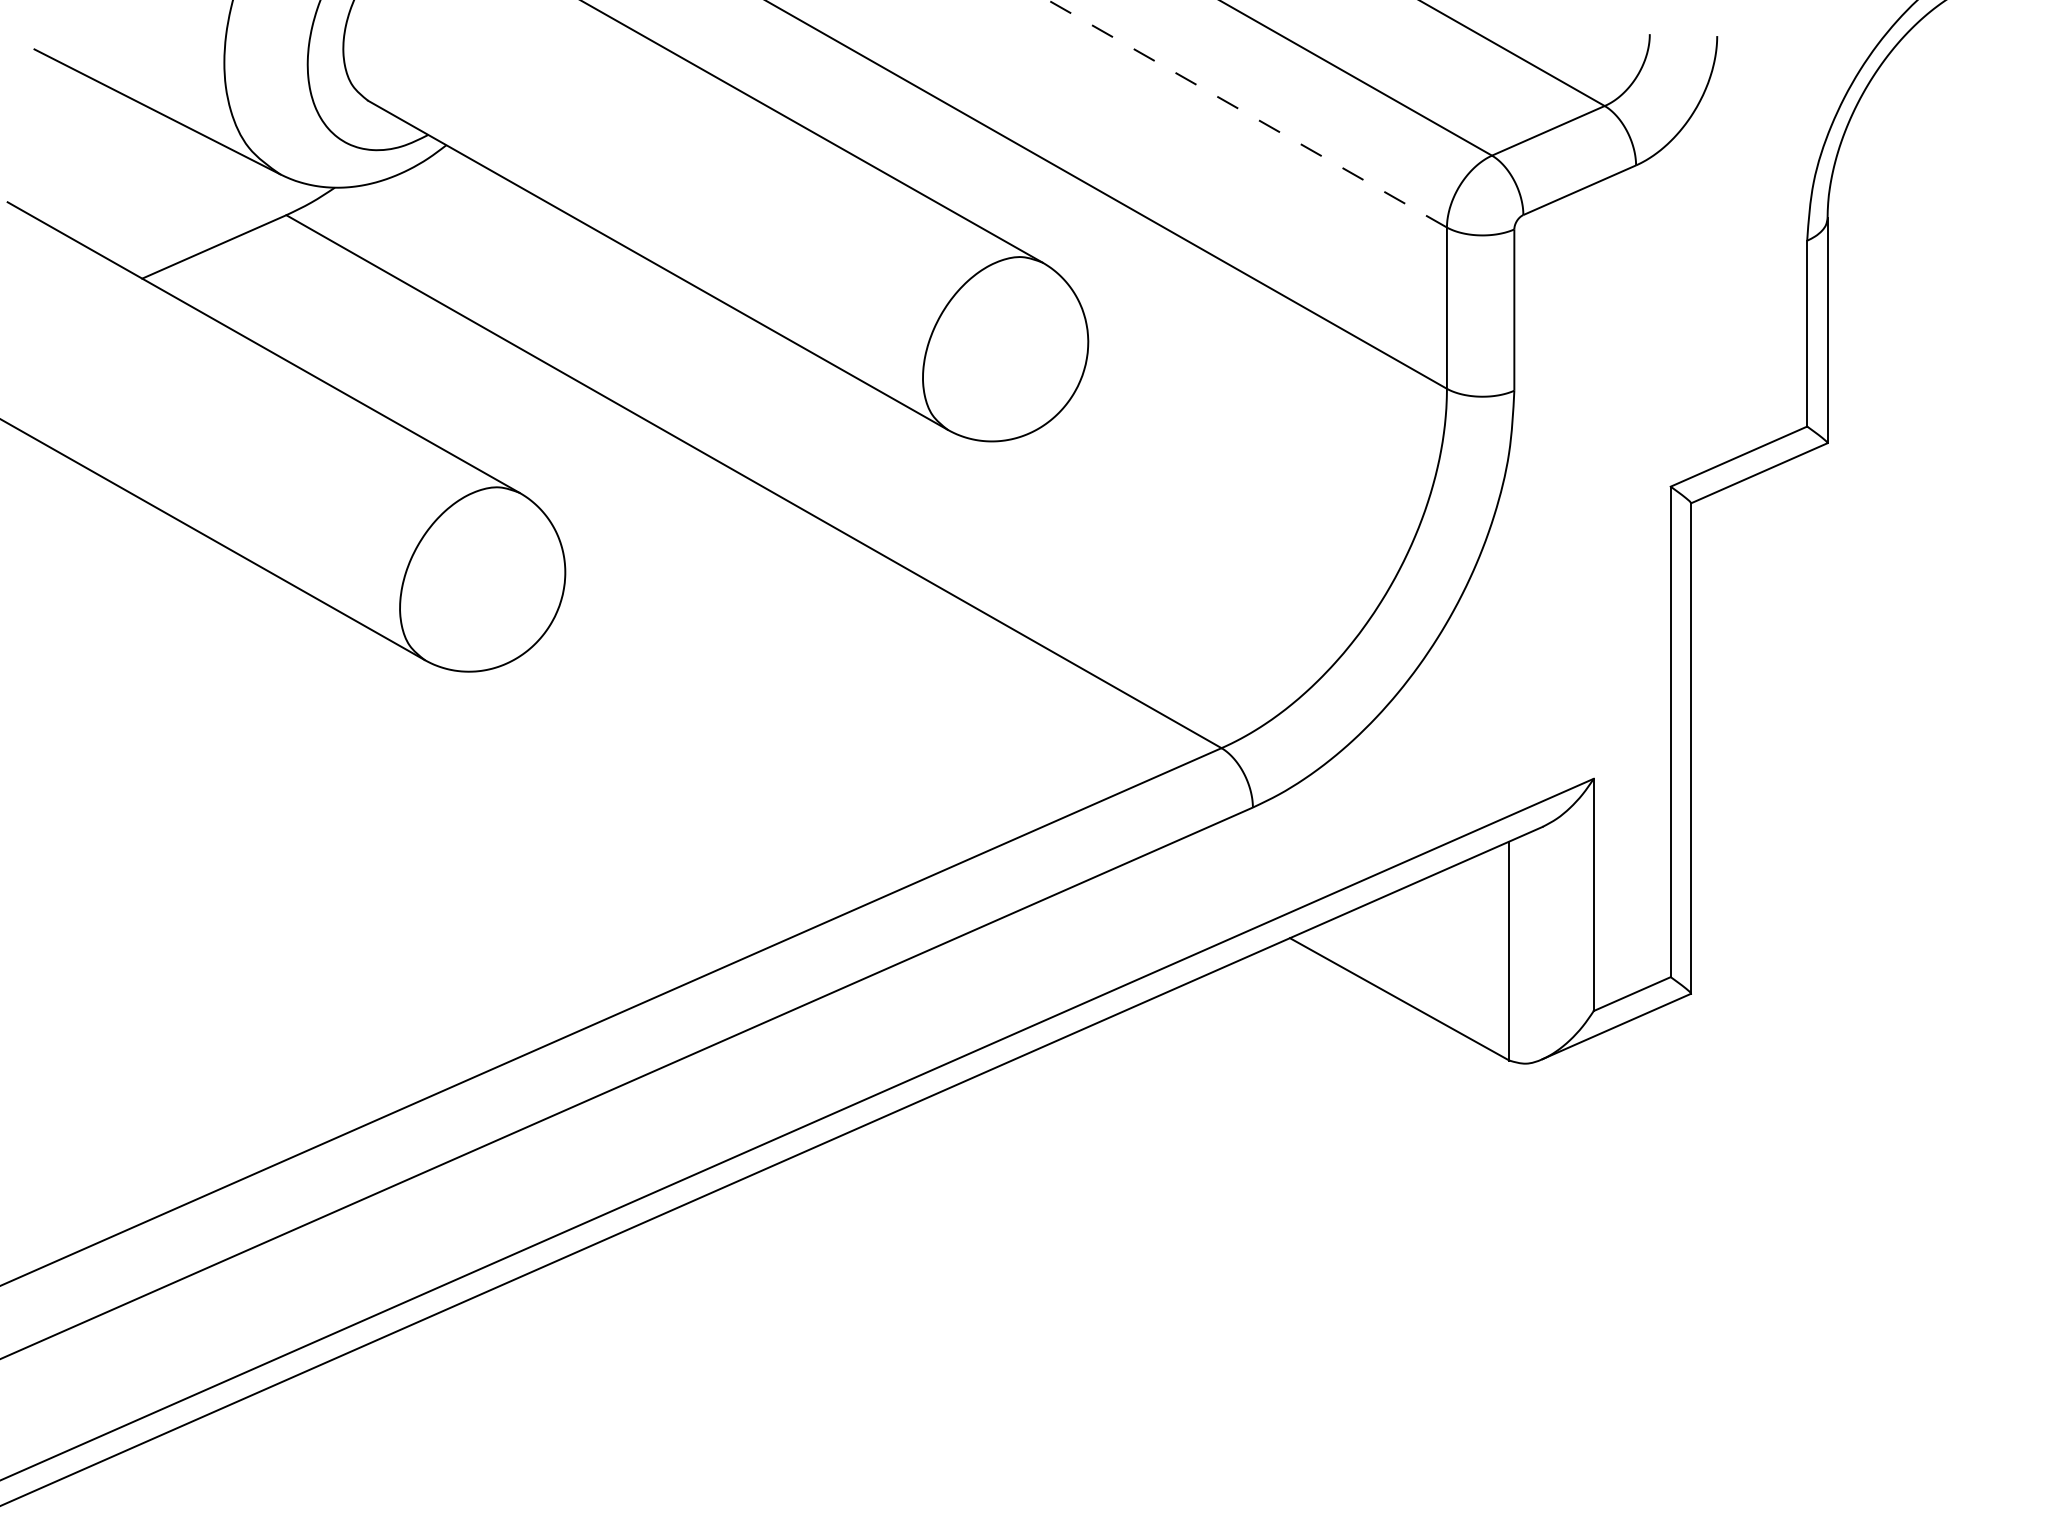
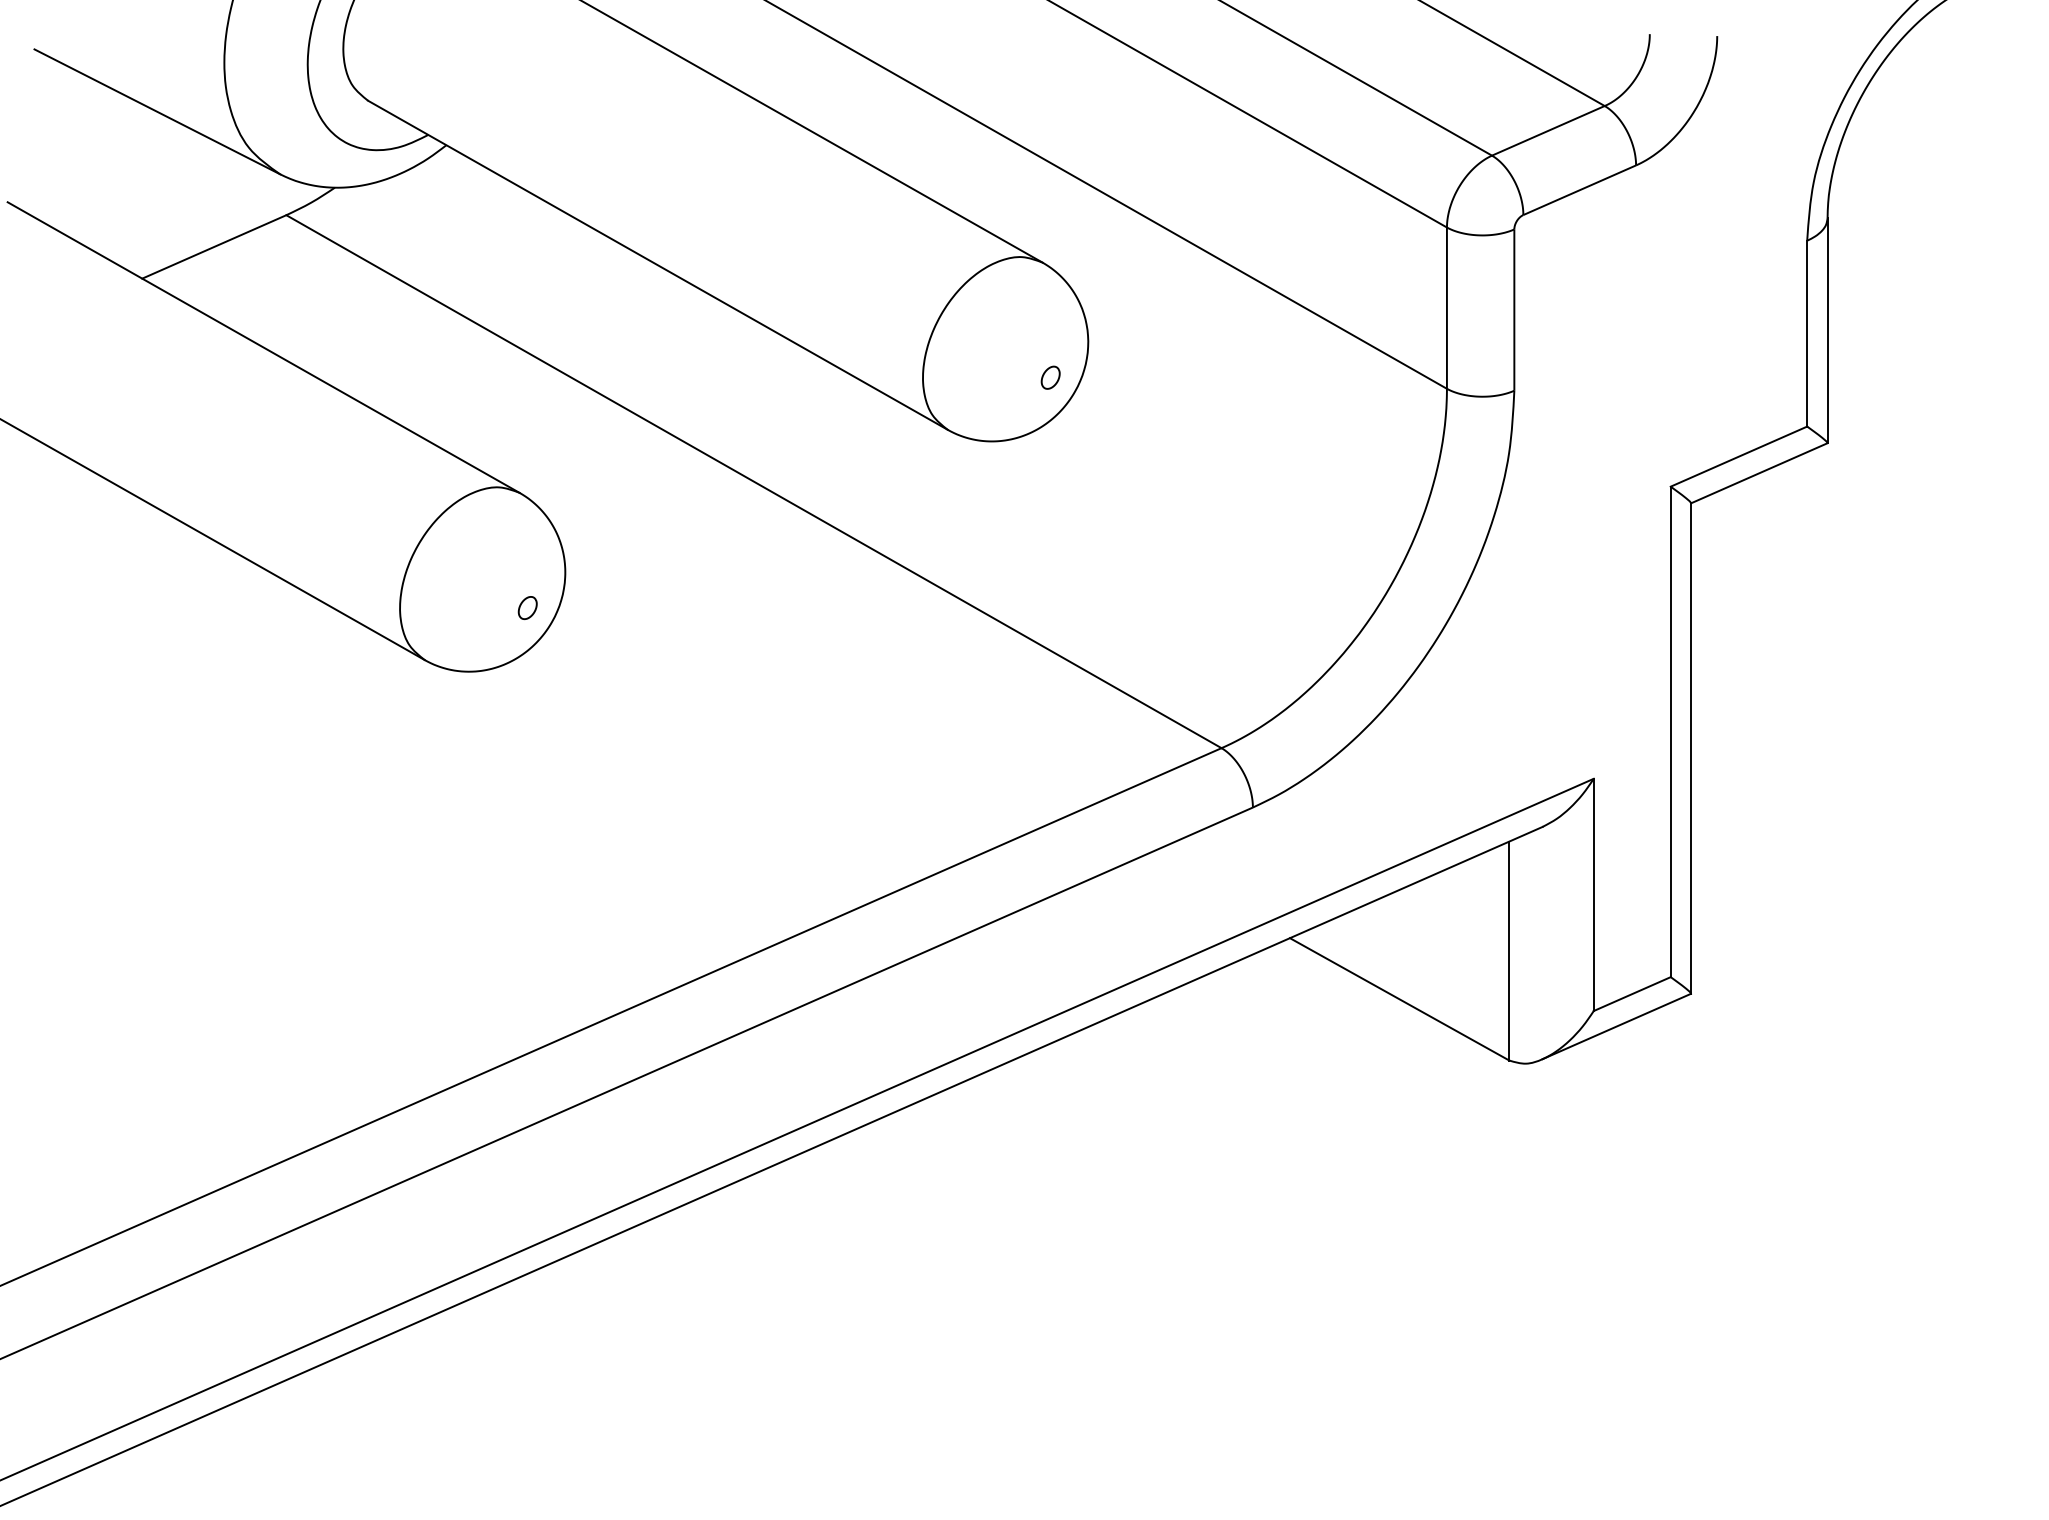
line at (1247, 113): dashed -> solid
part at (1050, 377): none -> present
part at (527, 608): none -> present
